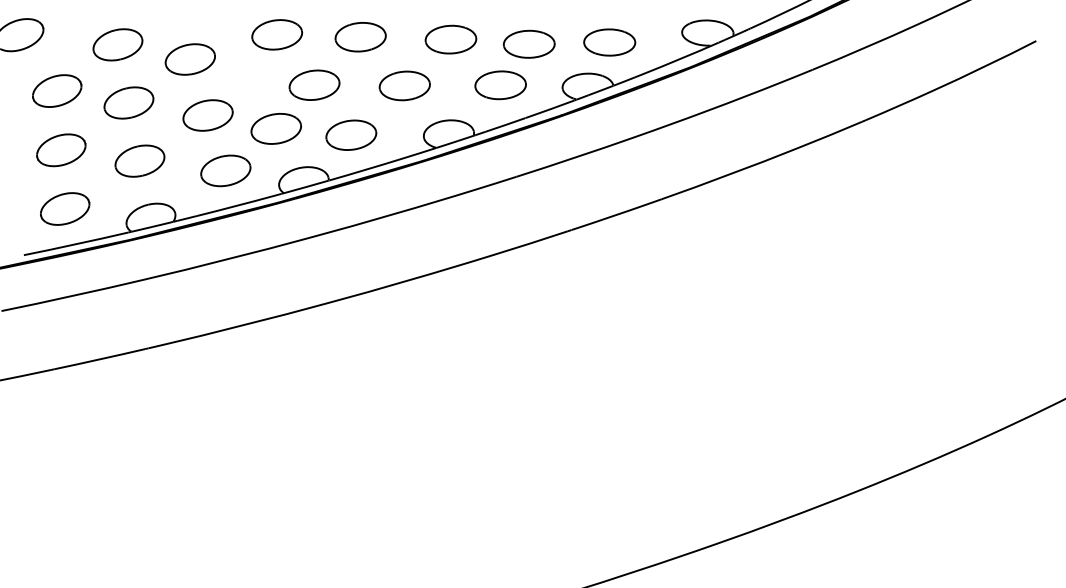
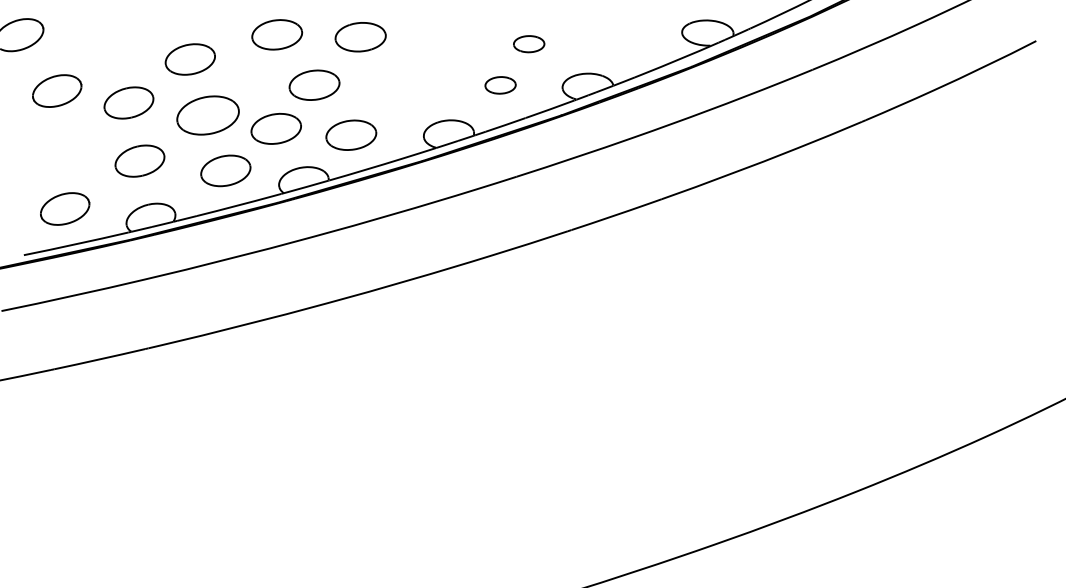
part at (450, 39): present -> none
part at (609, 42): present -> none
part at (528, 43) size: 54x30 px -> 33x19 px
part at (117, 44): present -> none
part at (404, 85): present -> none
part at (500, 85) size: 53x31 px -> 33x19 px
part at (207, 115) size: 52x33 px -> 64x41 px
part at (61, 150): present -> none
